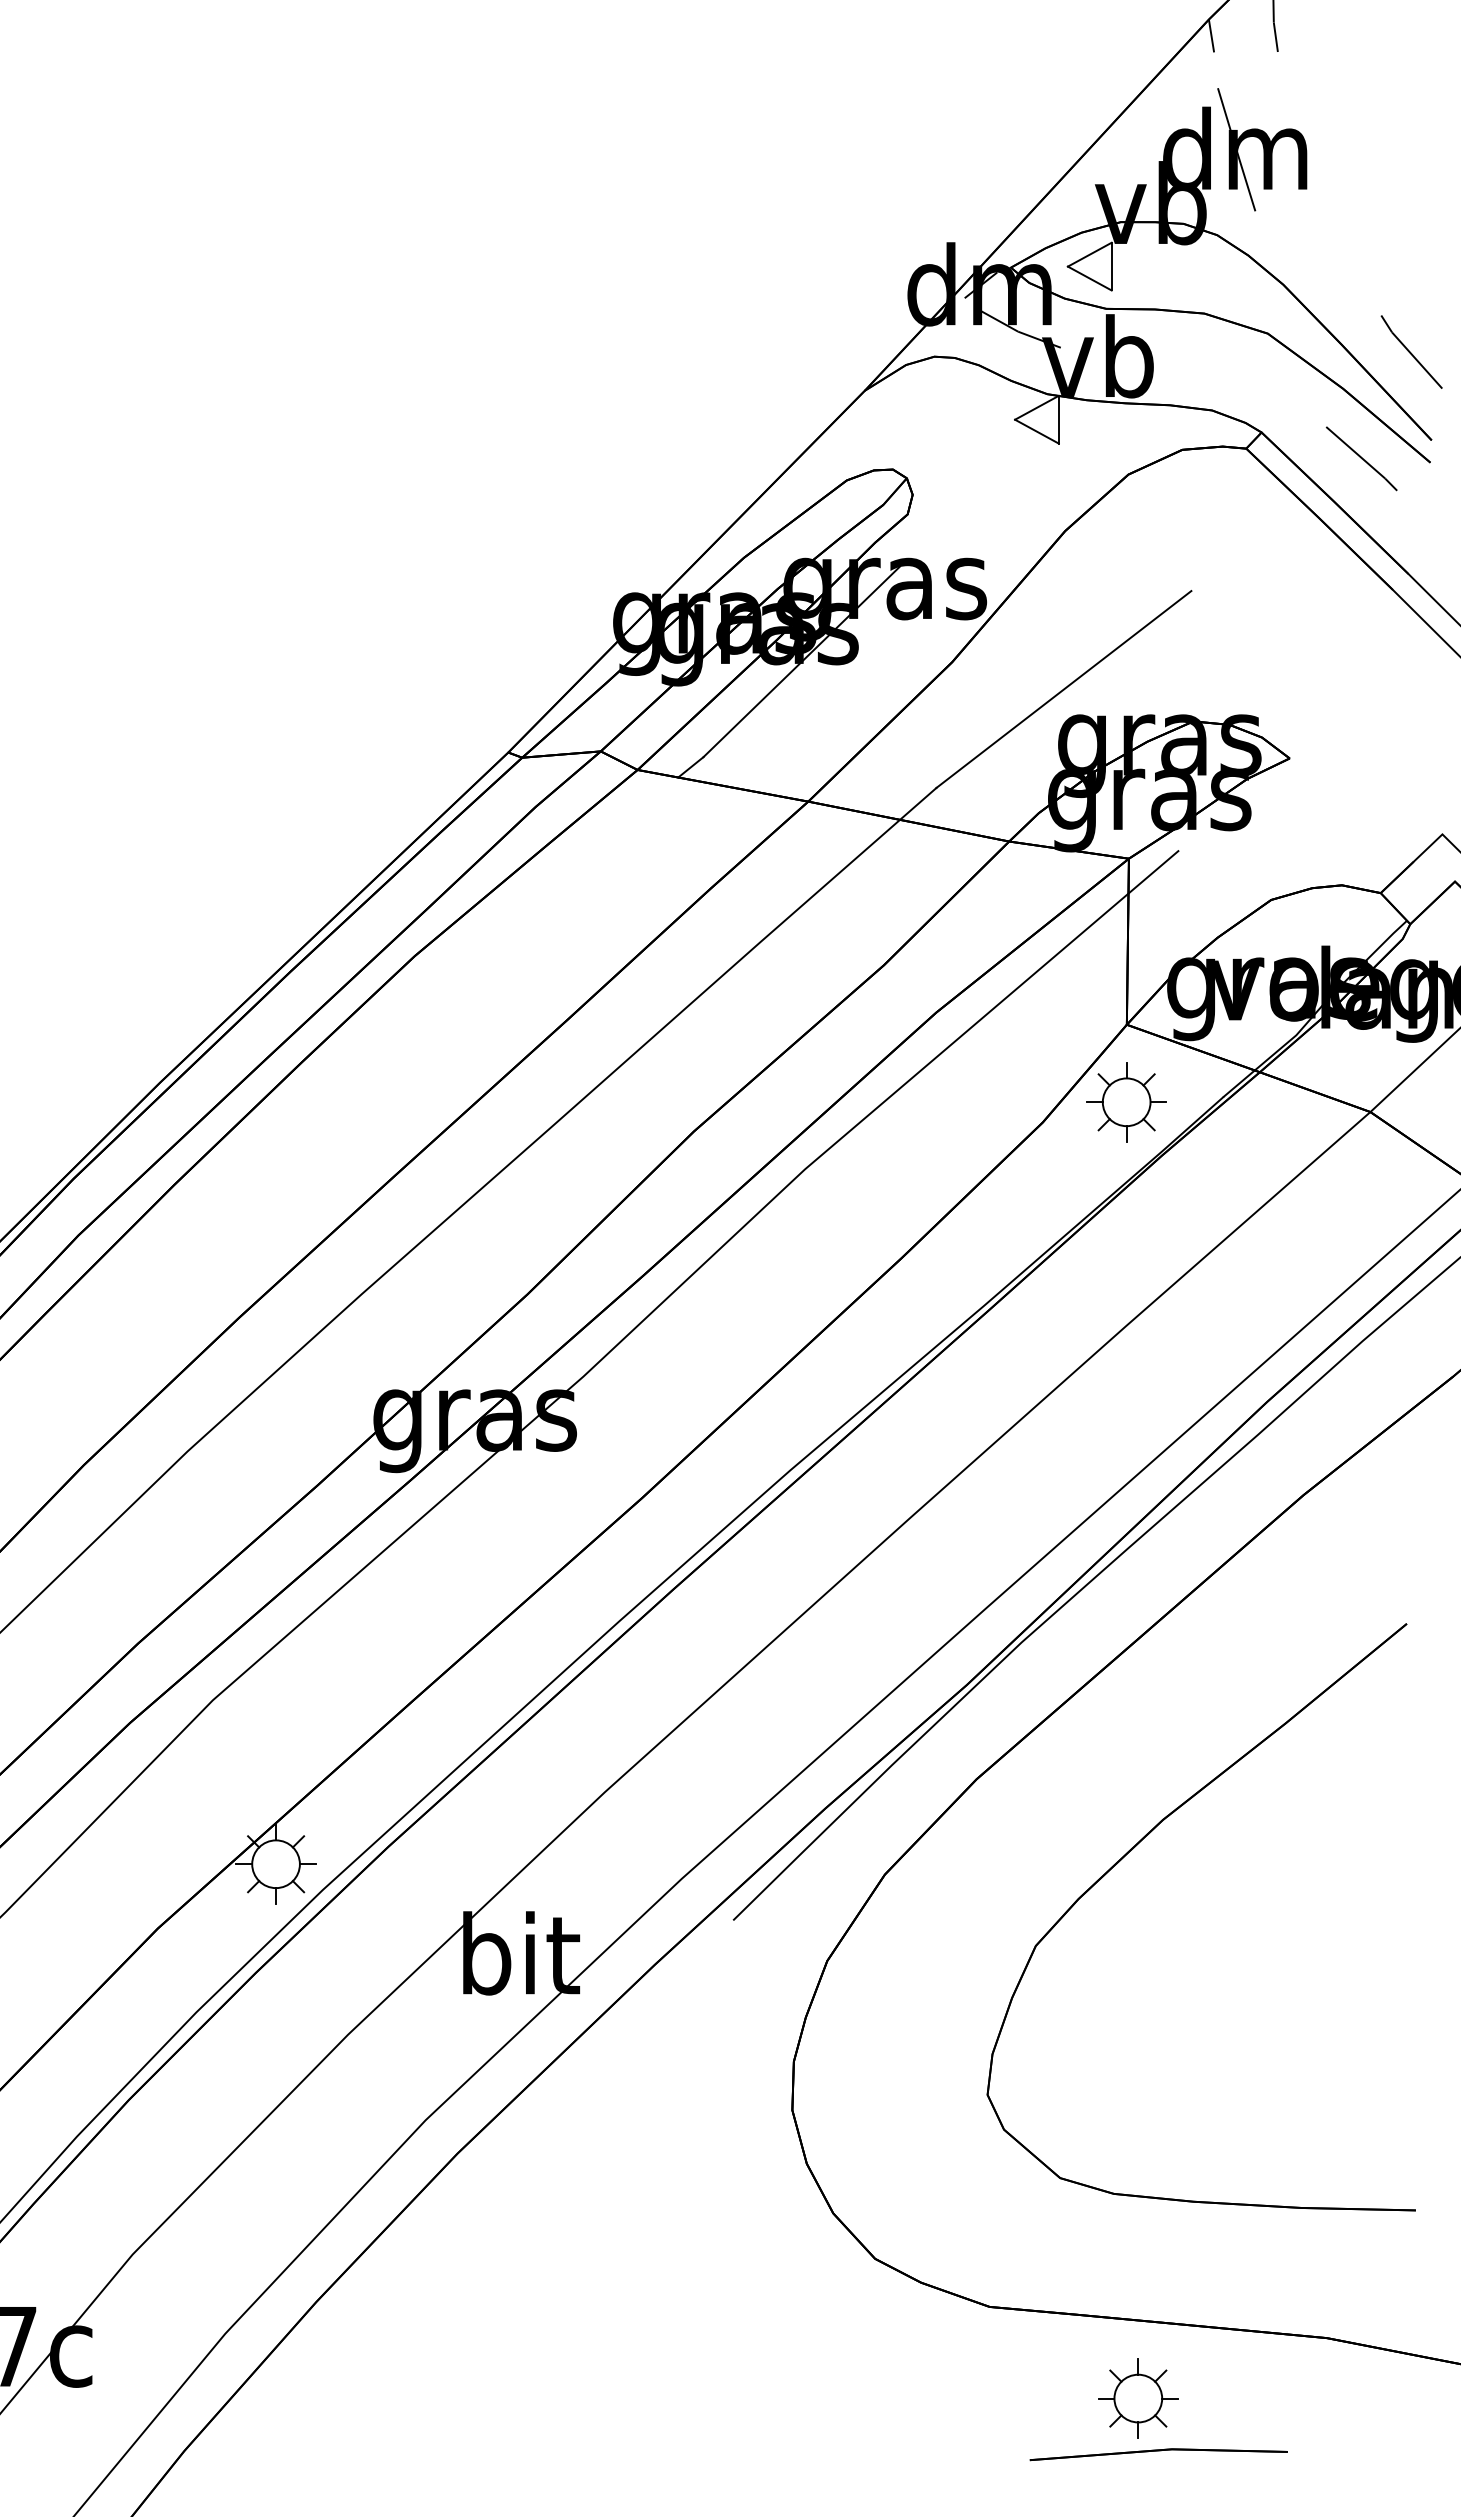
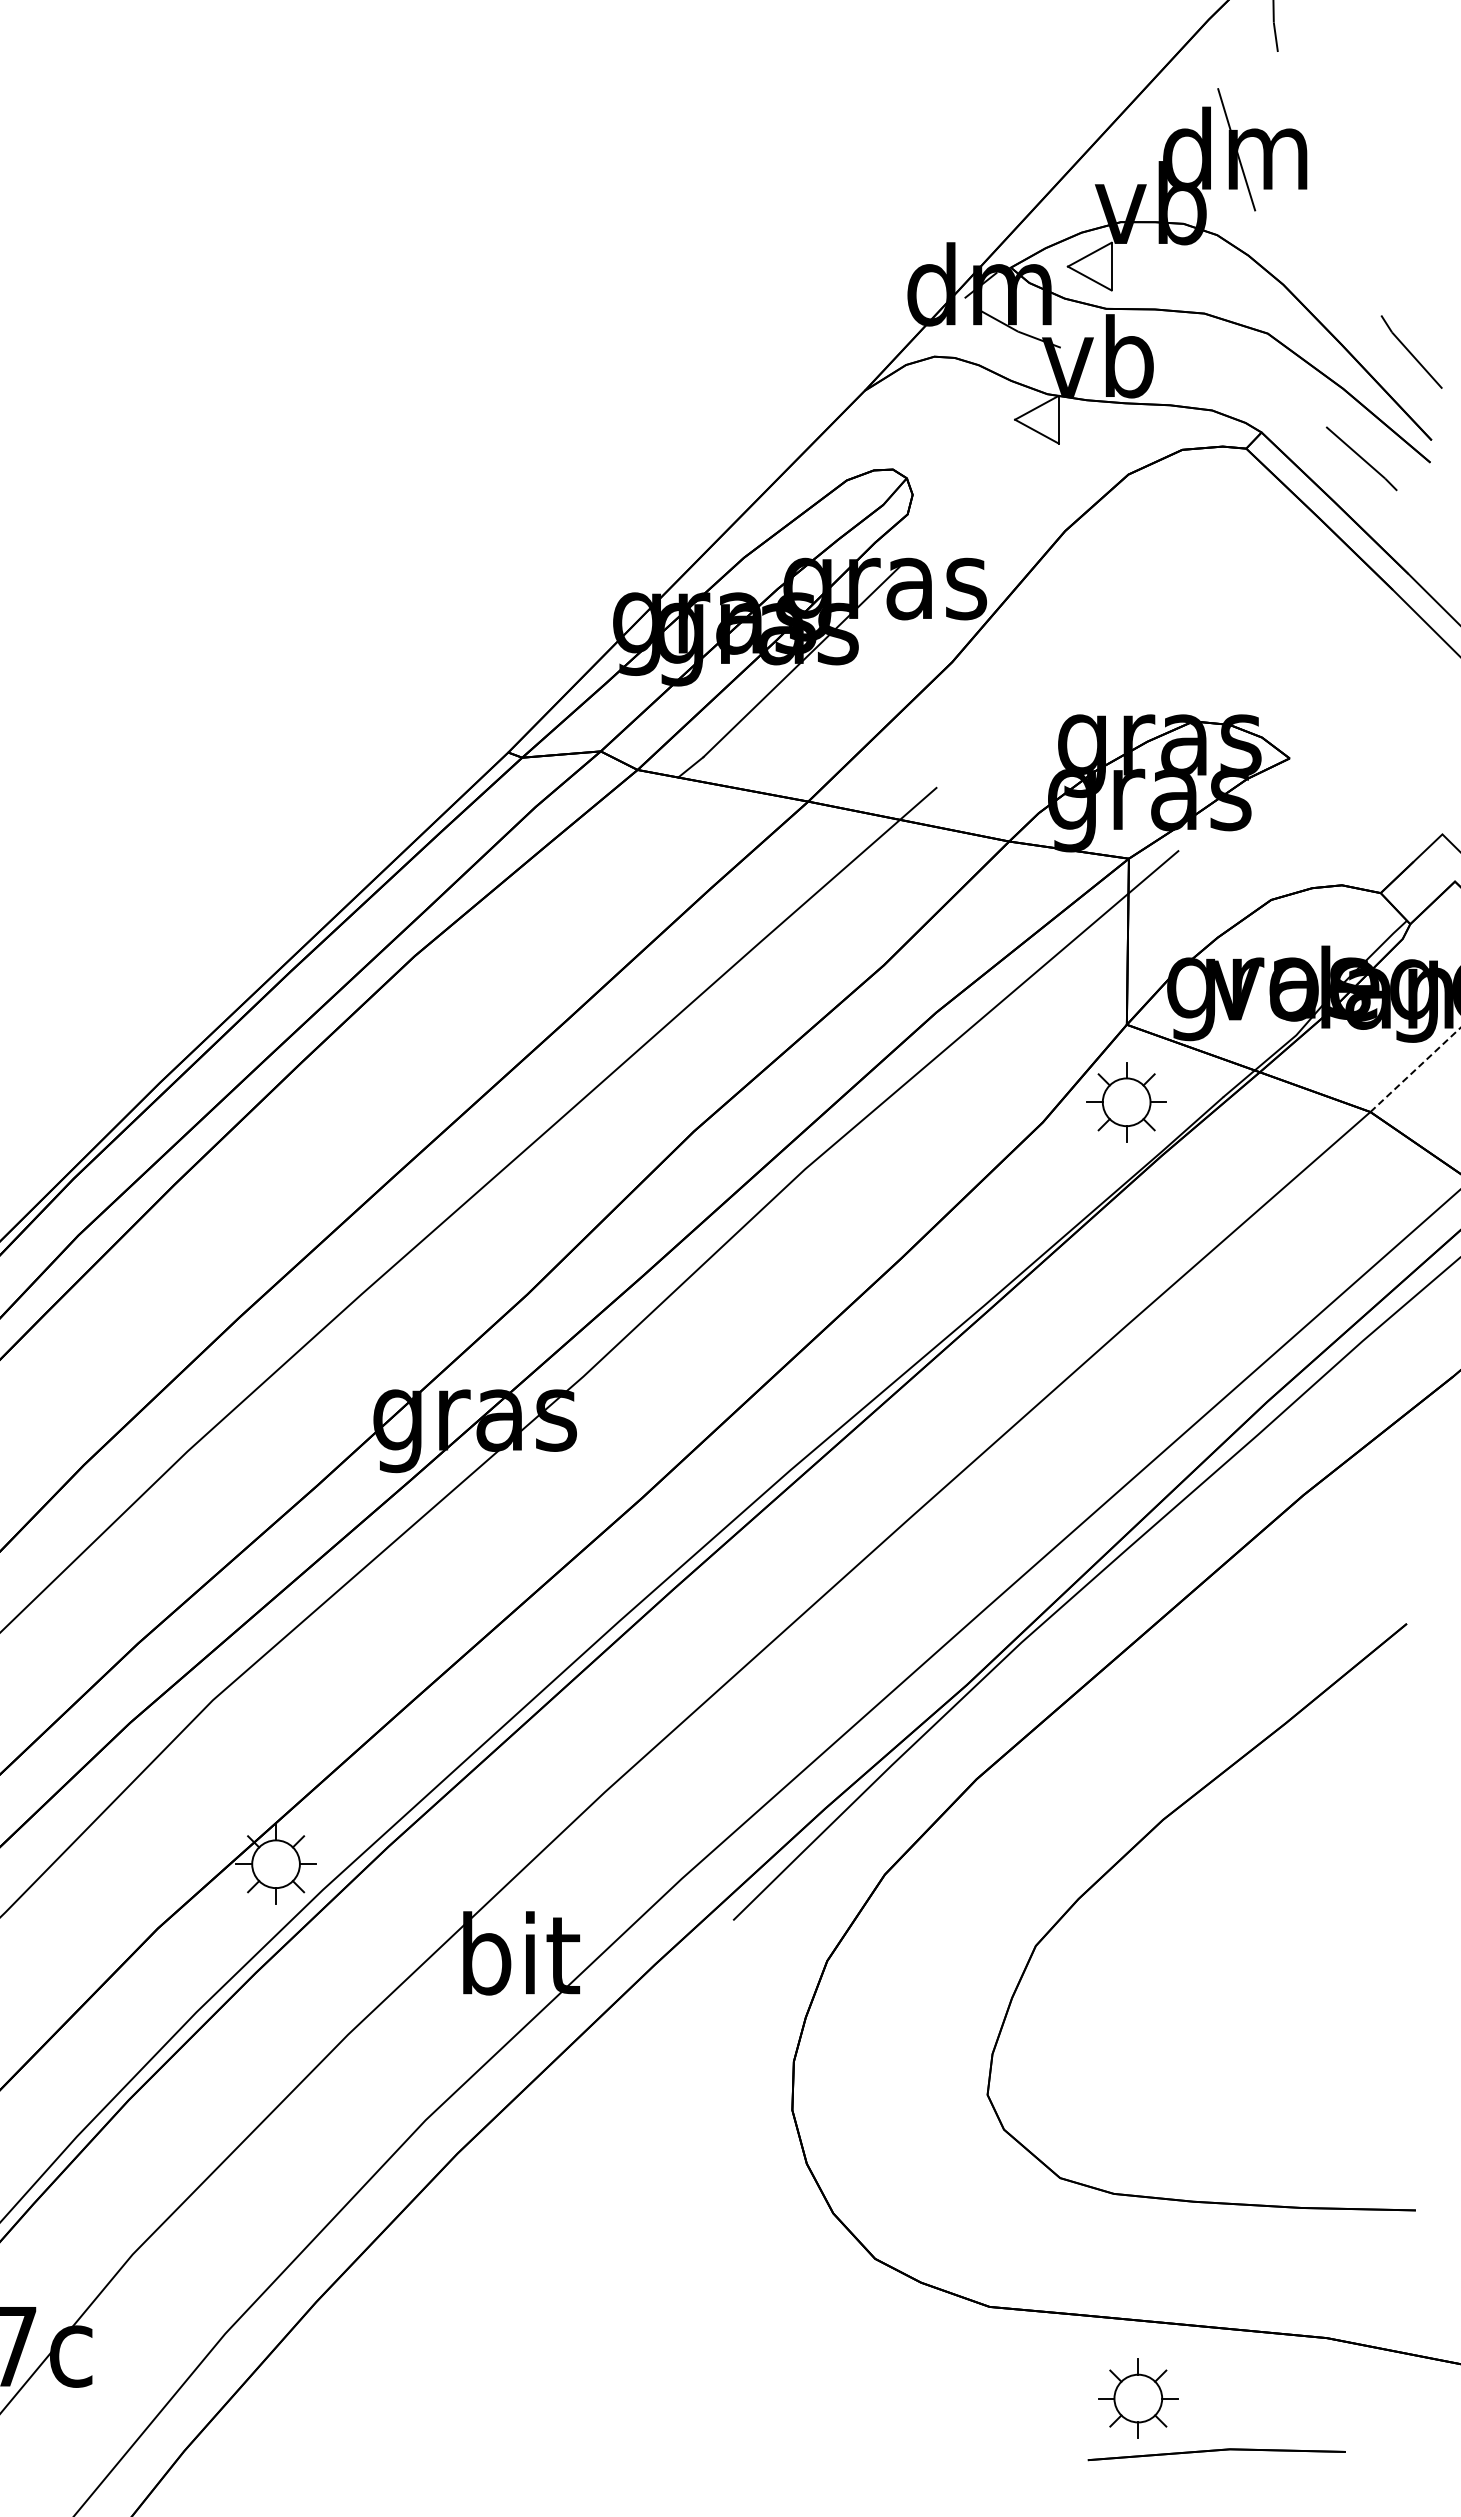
line at (1211, 35): present -> none
line at (1063, 689): present -> none
line at (1415, 1069): solid -> dashed
part at (1158, 2454) position: (1158, 2454) -> (1216, 2454)
